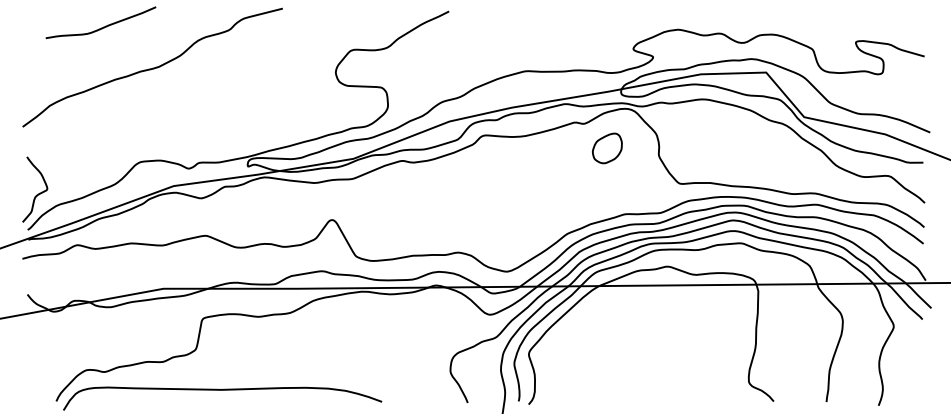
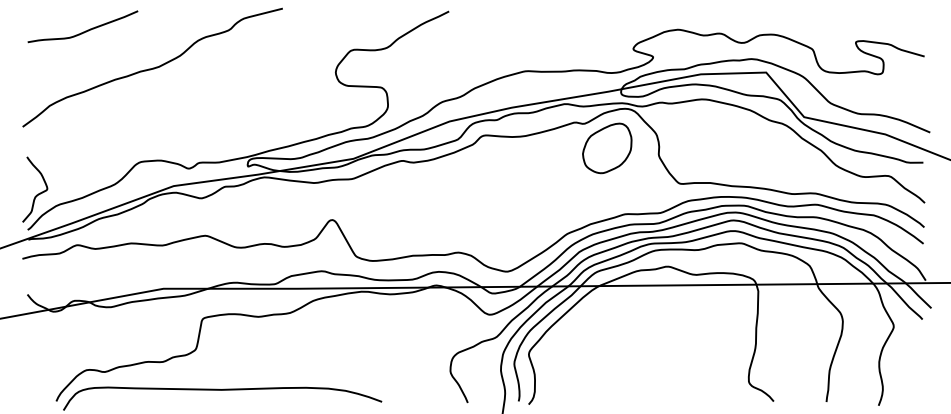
curve at (103, 26) position: (103, 26) -> (85, 30)
part at (606, 148) size: 32x33 px -> 51x53 px
